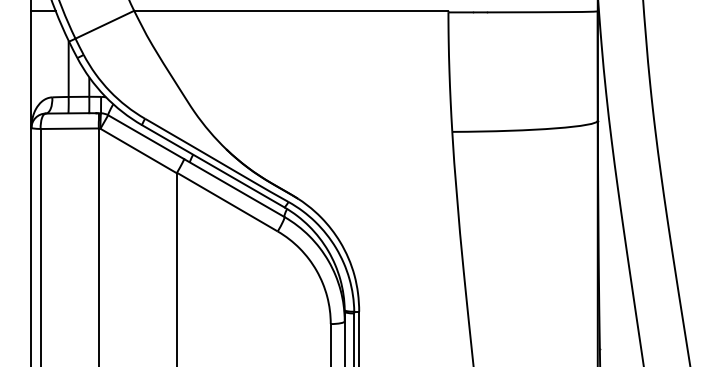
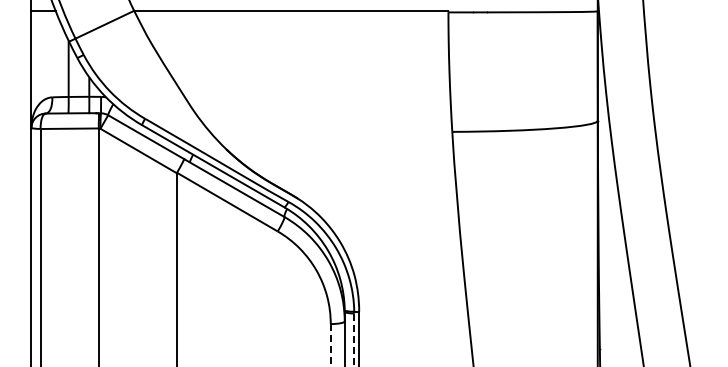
line at (354, 339): solid -> dashed
line at (330, 345): solid -> dashed
